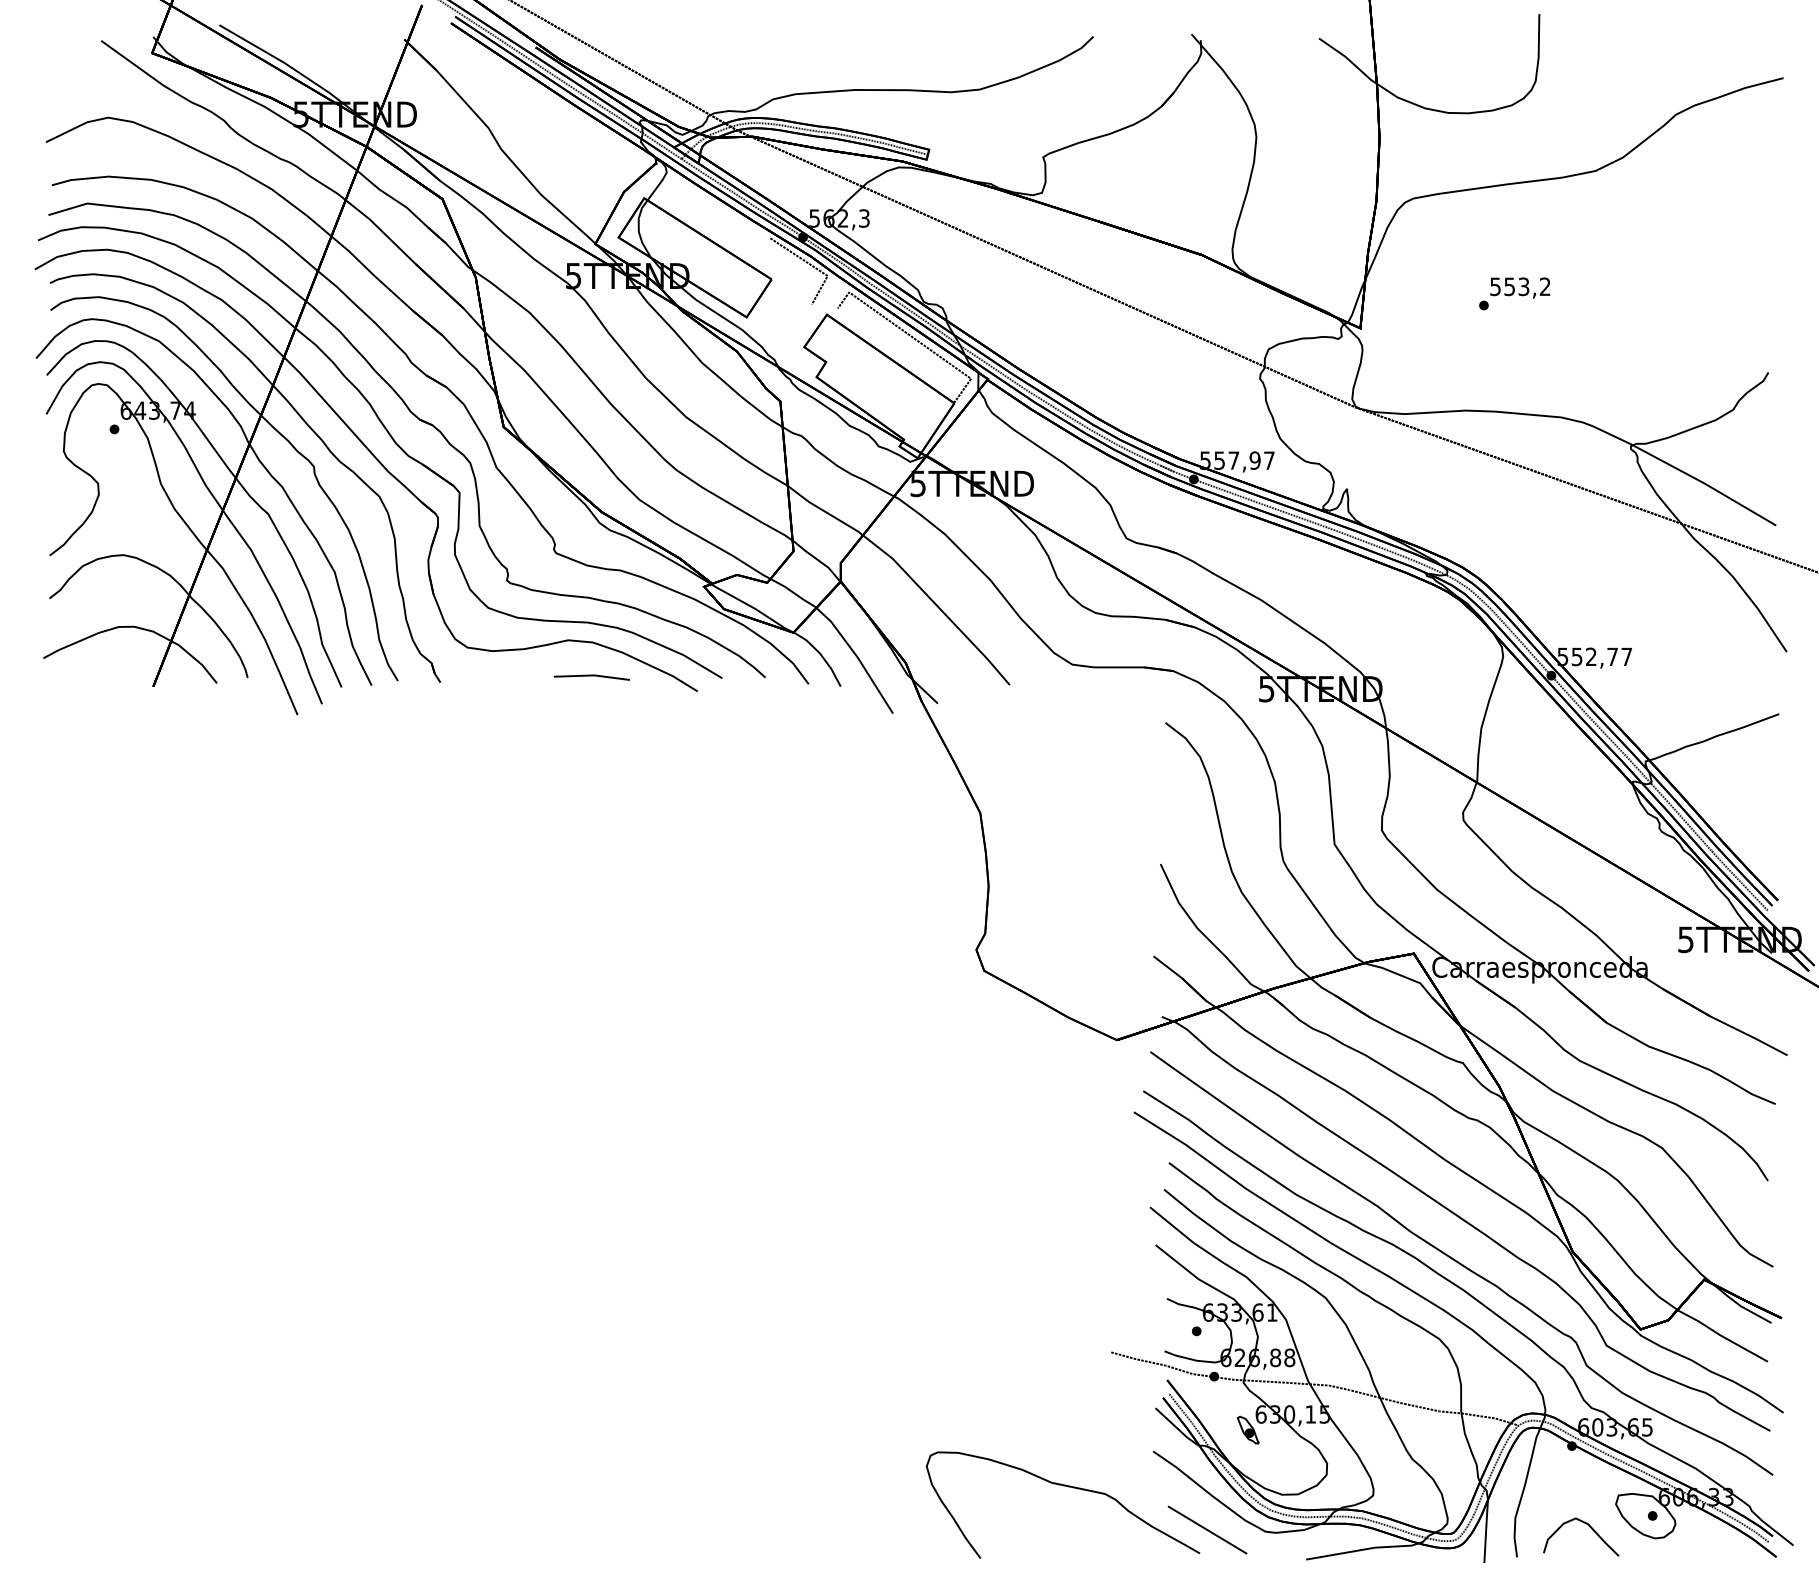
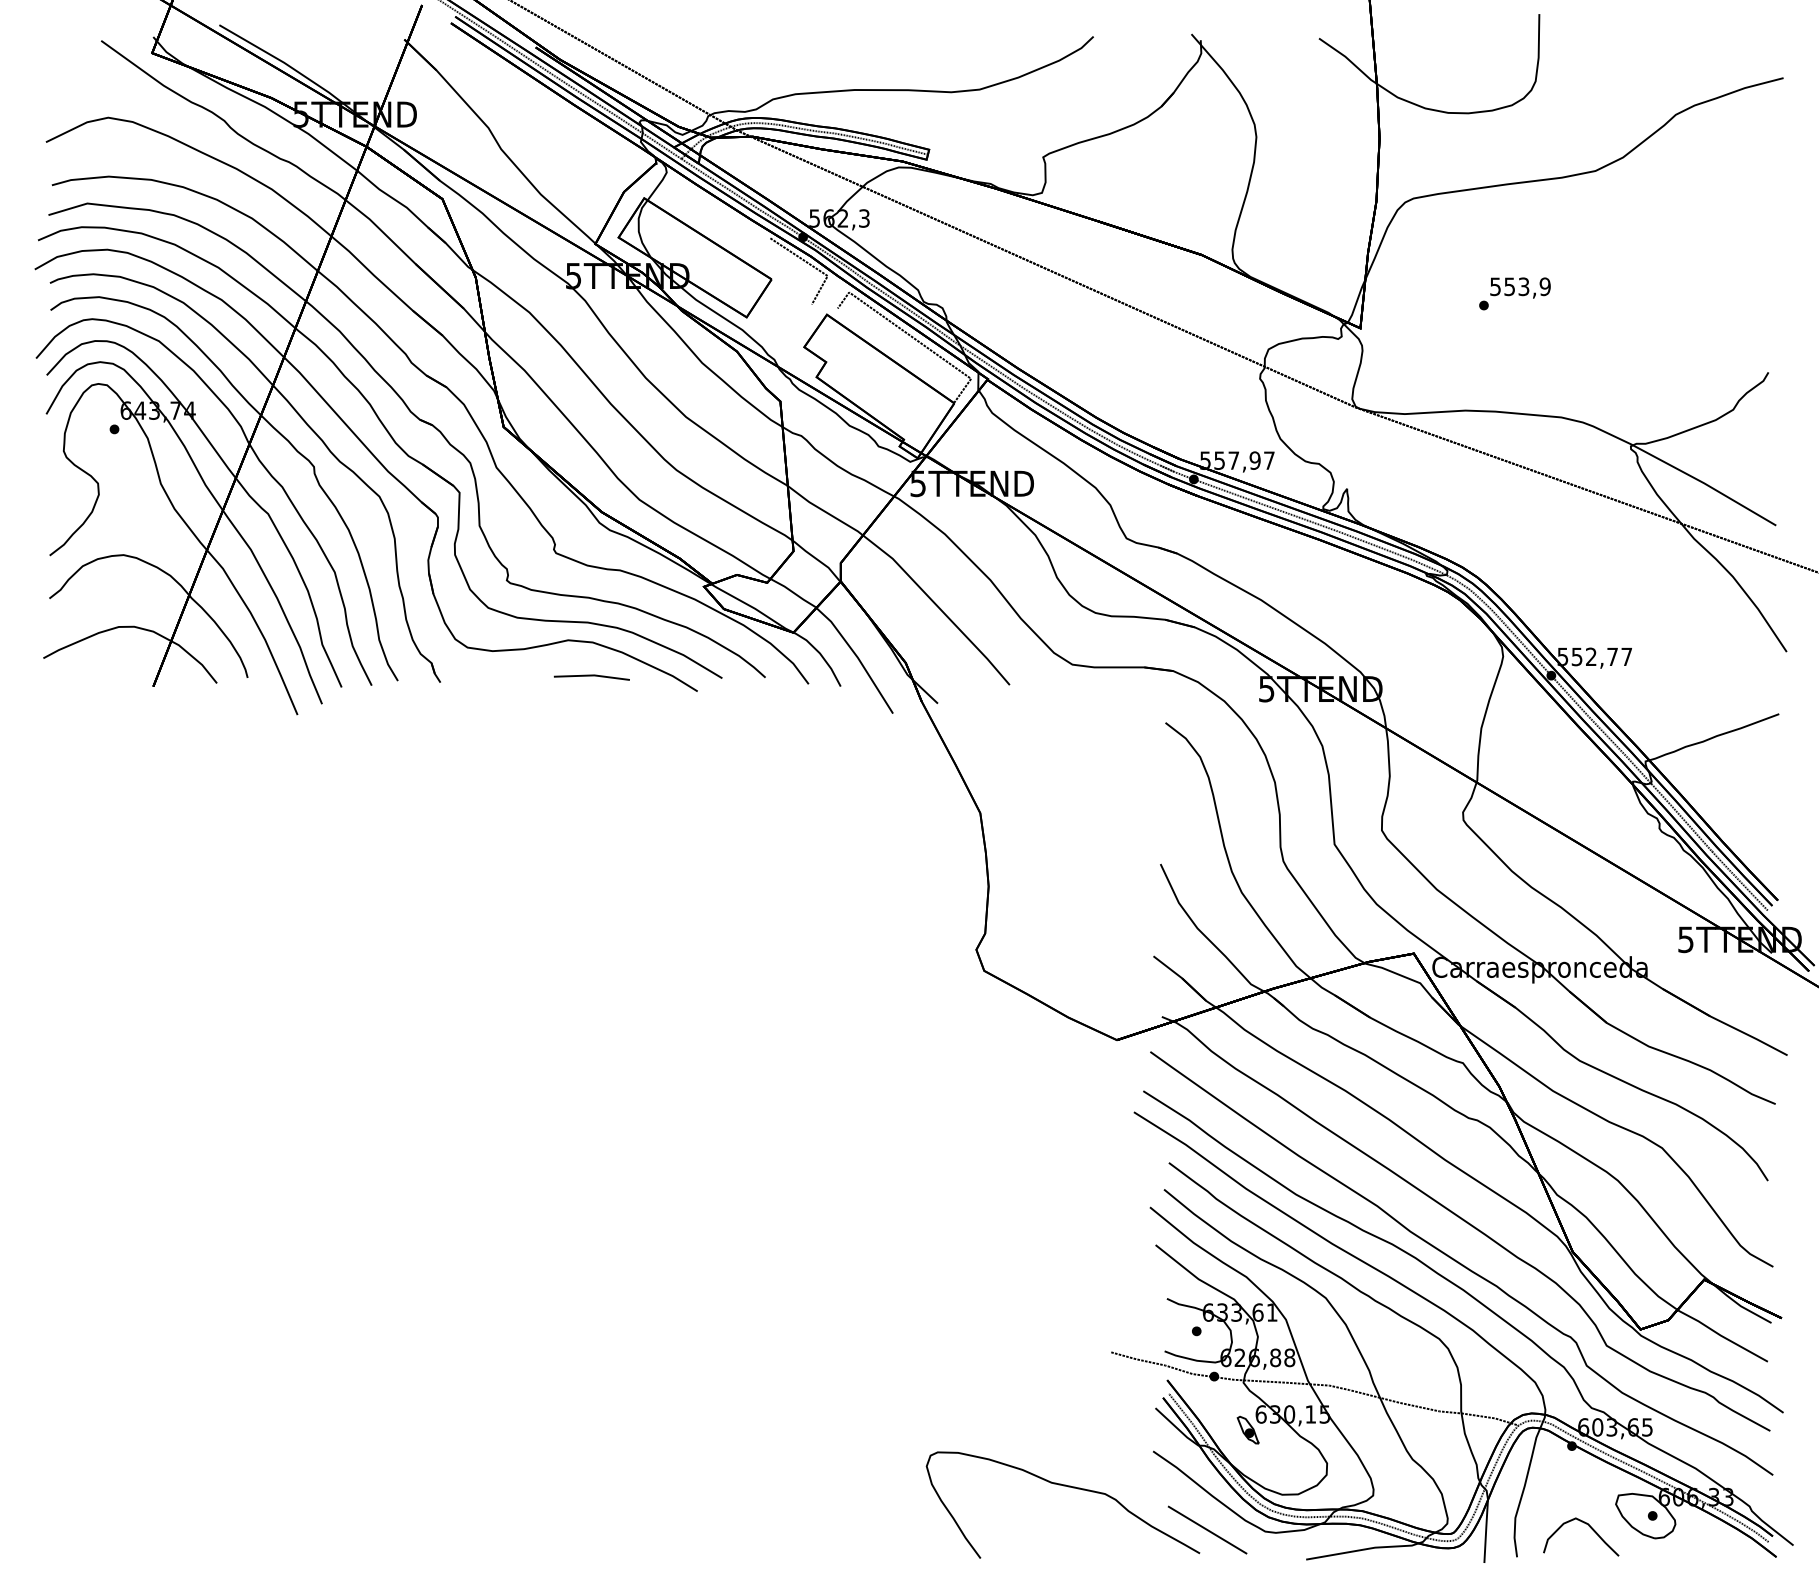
text at (1544, 286): 553,2 -> 553,9
